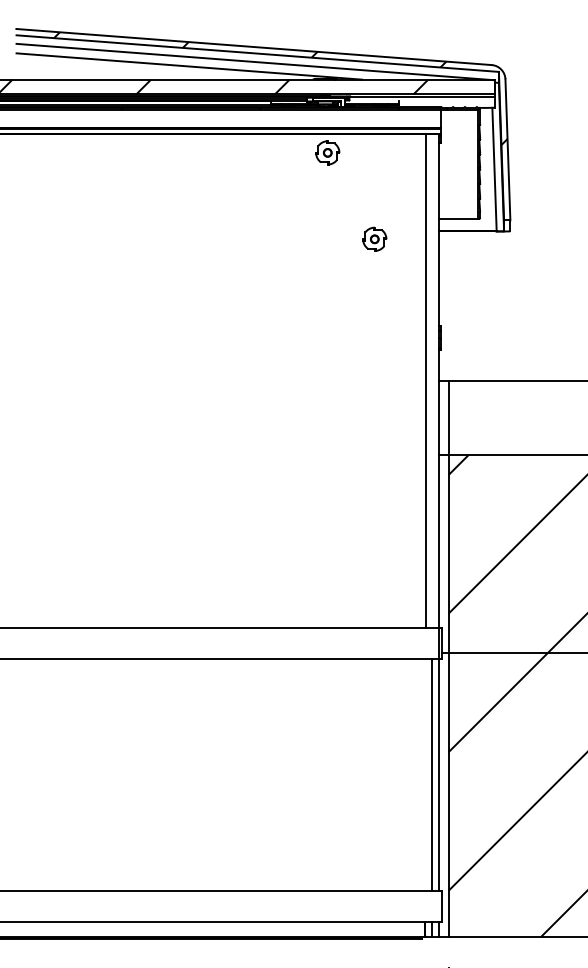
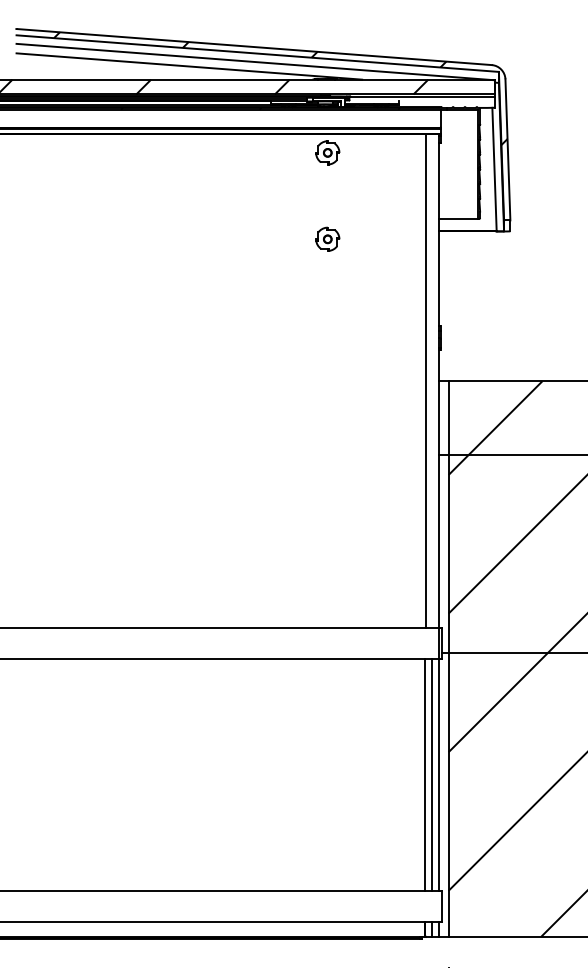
part at (374, 238) position: (374, 238) -> (327, 238)
hatch at (505, 418): none -> present
line at (425, 775): none -> present
